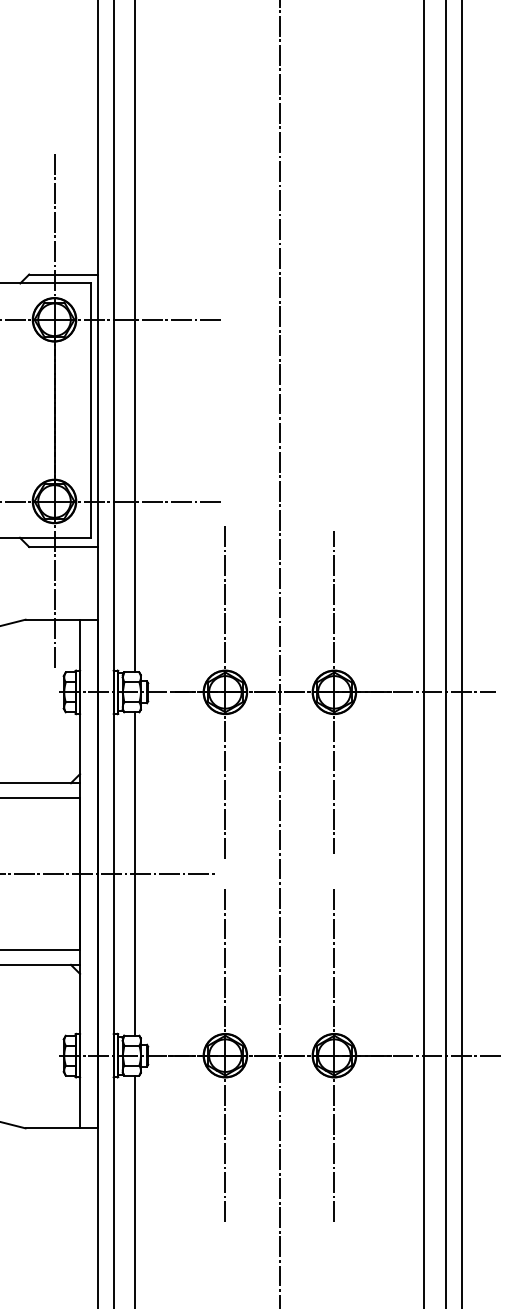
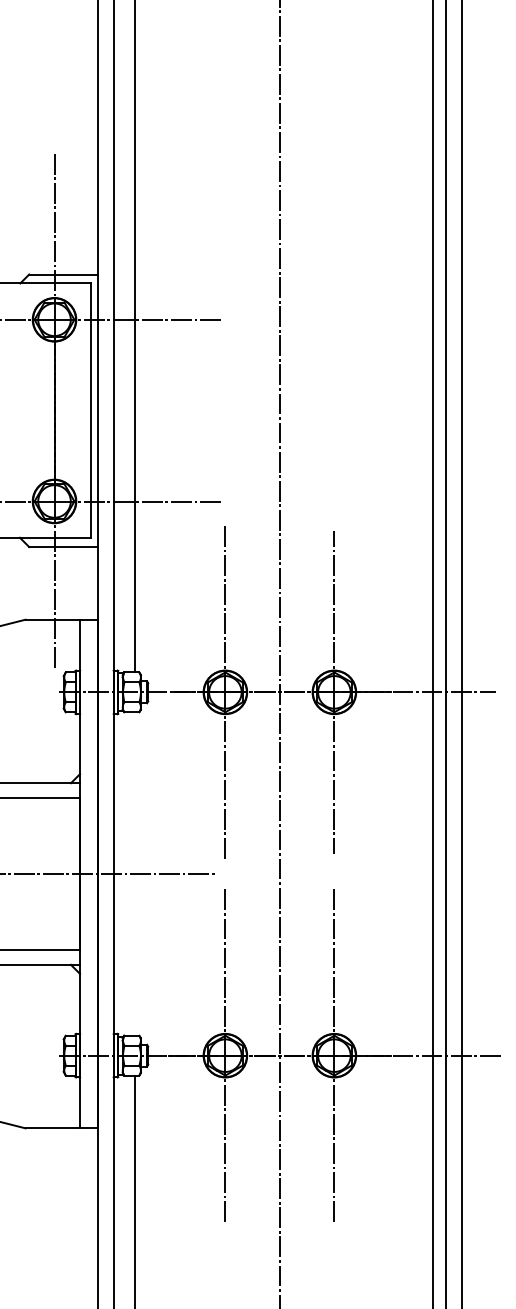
line at (424, 653) position: (424, 653) -> (433, 653)
line at (135, 873): present -> none
